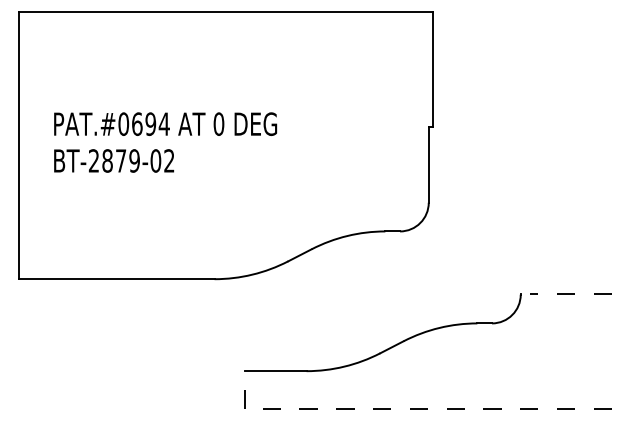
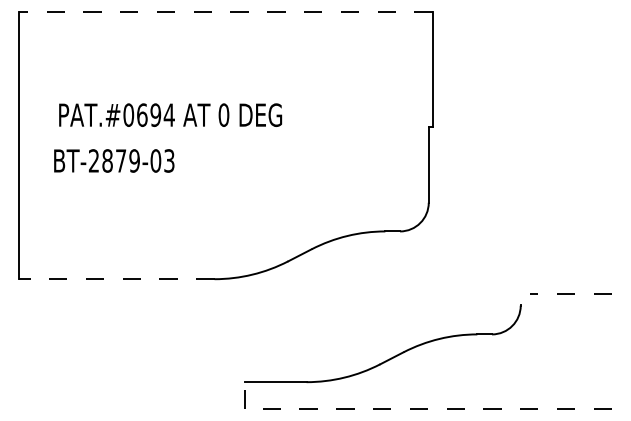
line at (225, 12): solid -> dashed
text at (165, 123) position: (165, 123) -> (170, 114)
text at (169, 160): BT-2879-02 -> BT-2879-03
line at (116, 279): solid -> dashed
part at (389, 347) position: (389, 347) -> (389, 358)
